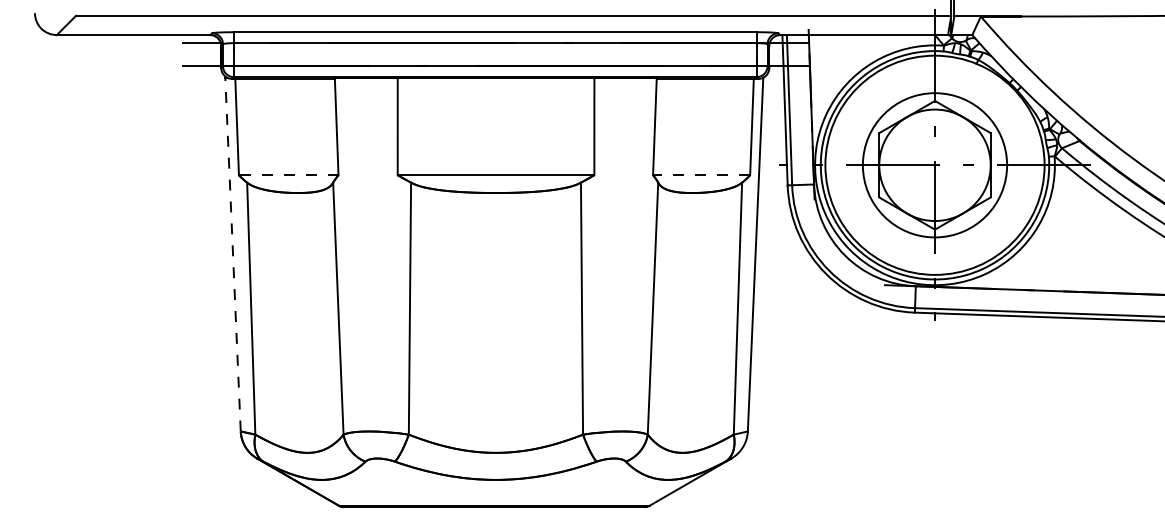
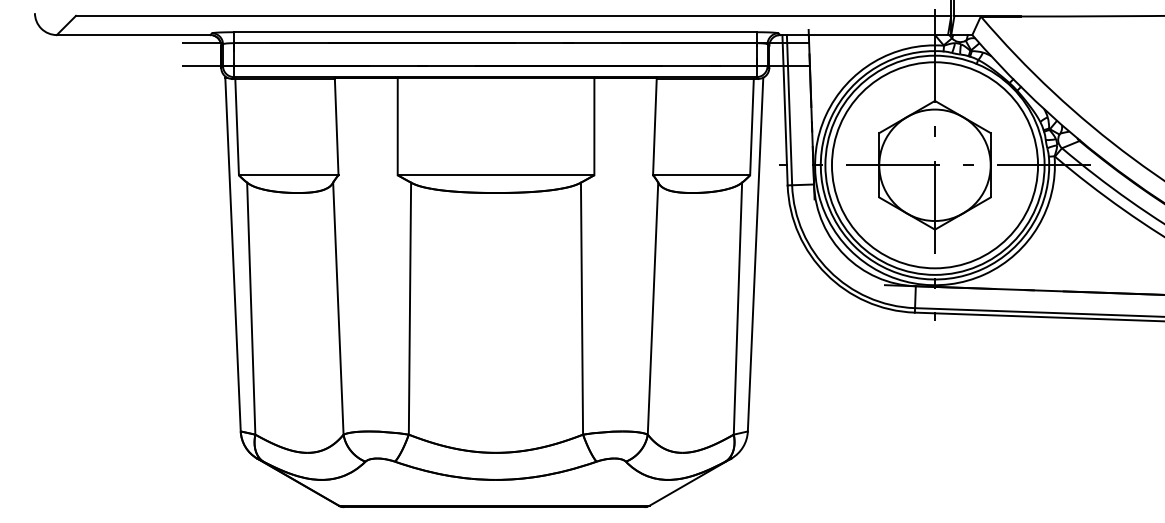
circle at (934, 165) diameter: 144 px -> 206 px
line at (288, 175): dashed -> solid
line at (701, 175): dashed -> solid
line at (233, 254): dashed -> solid
